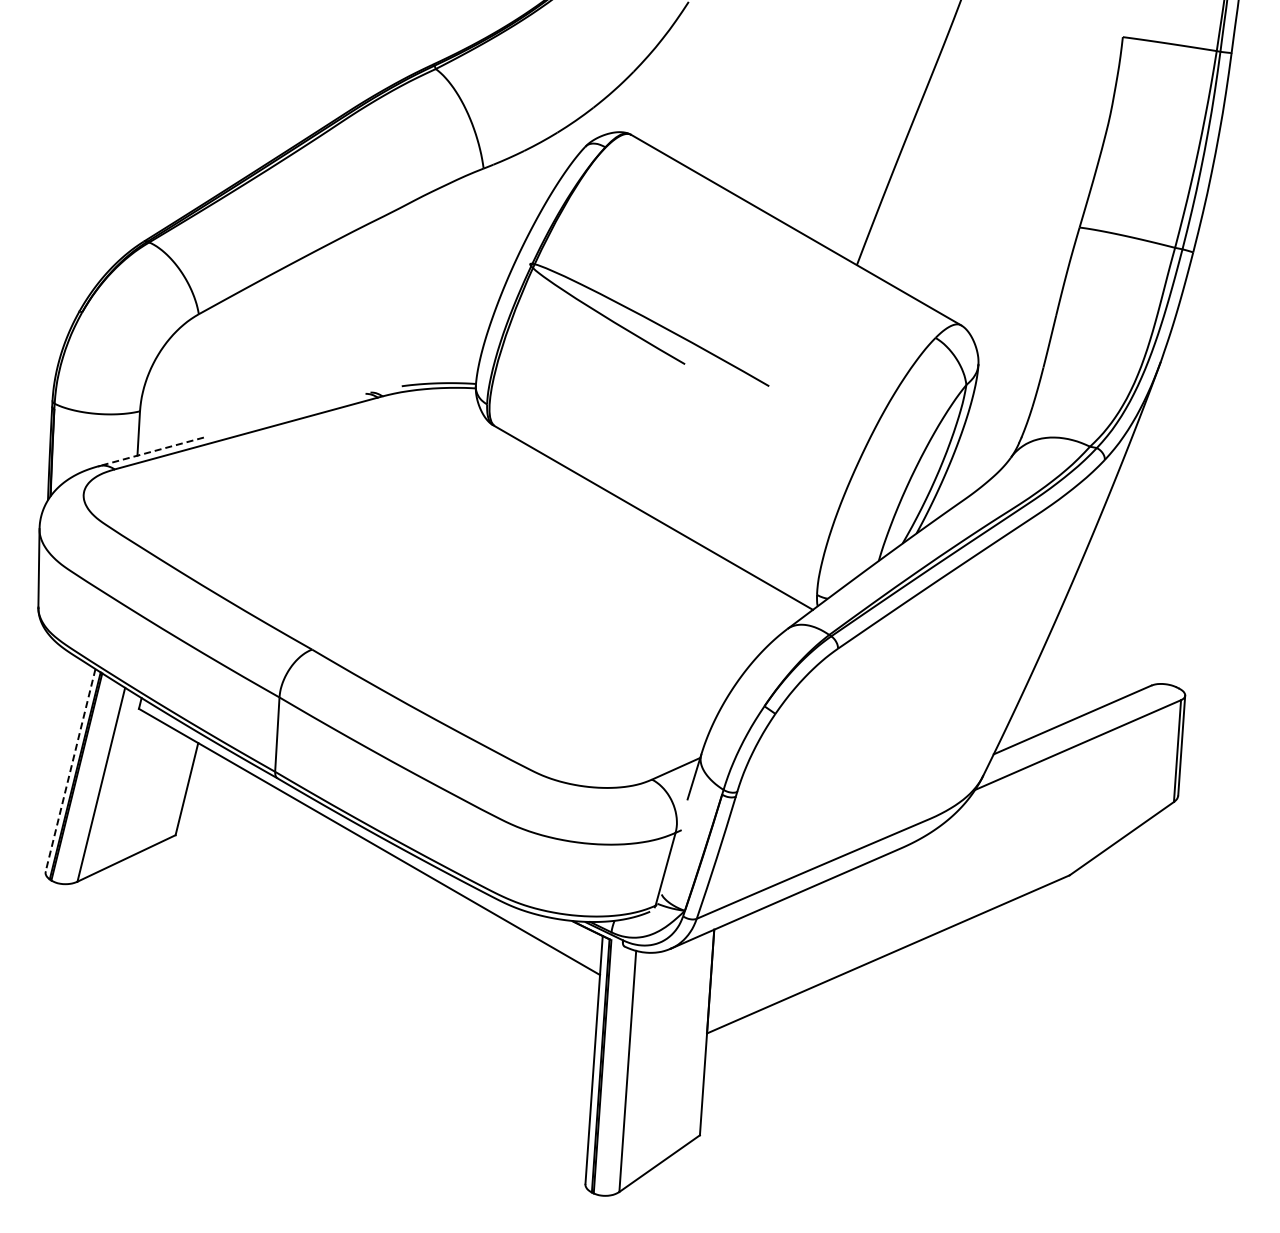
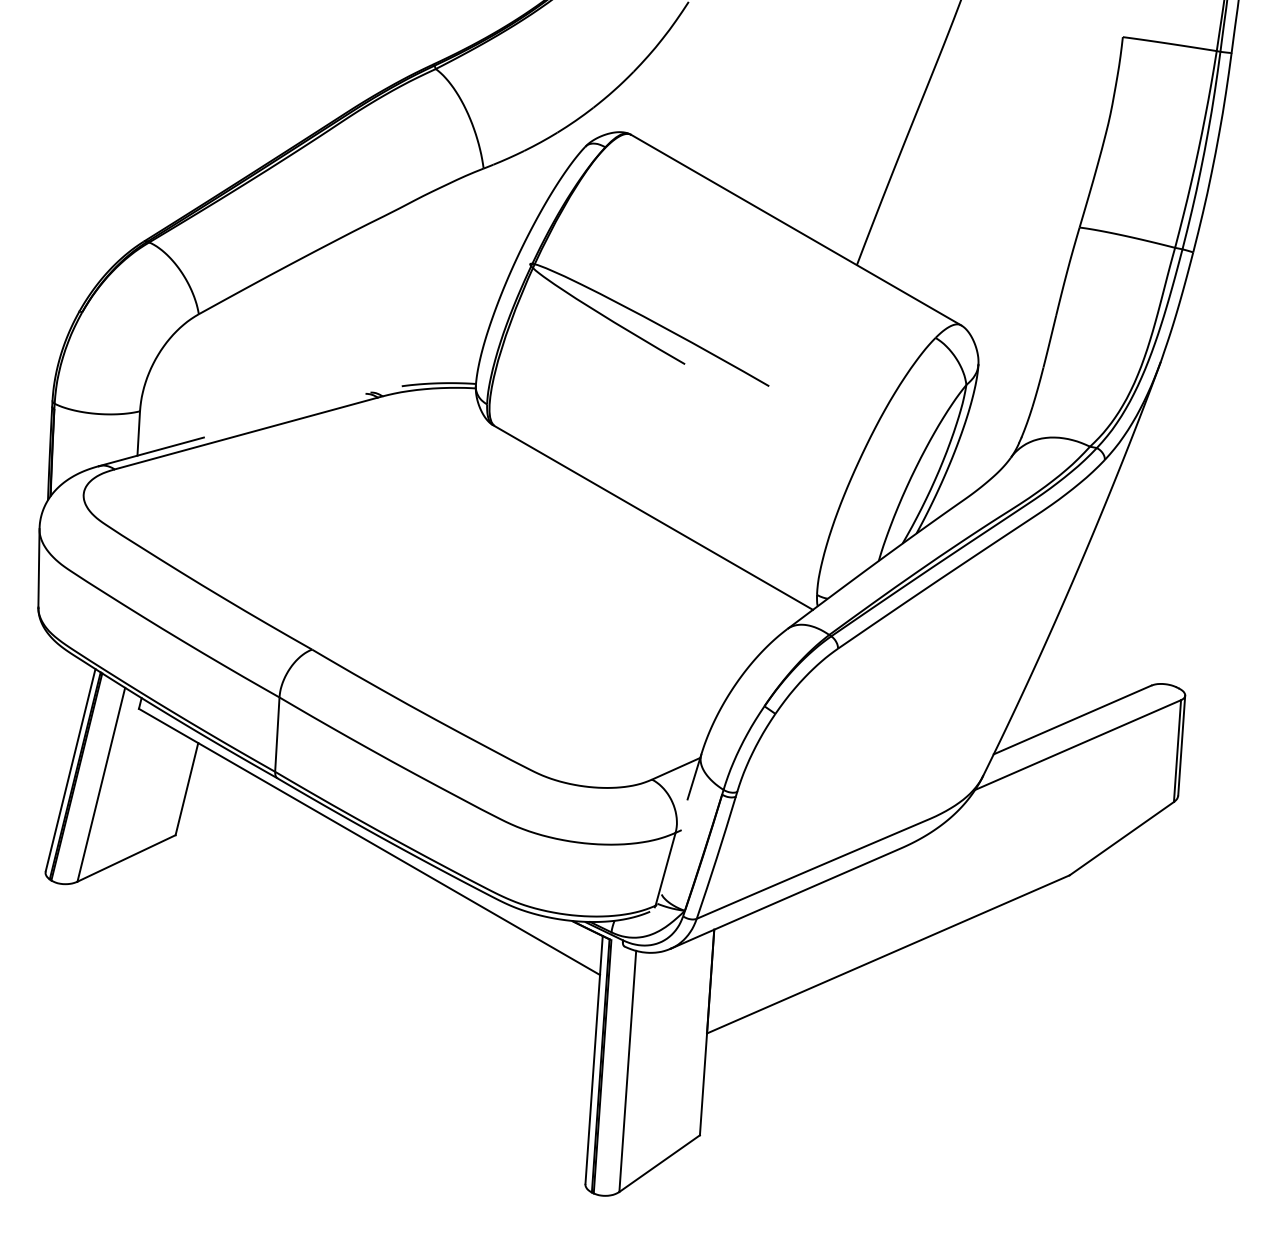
line at (151, 451): dashed -> solid
line at (70, 770): dashed -> solid
